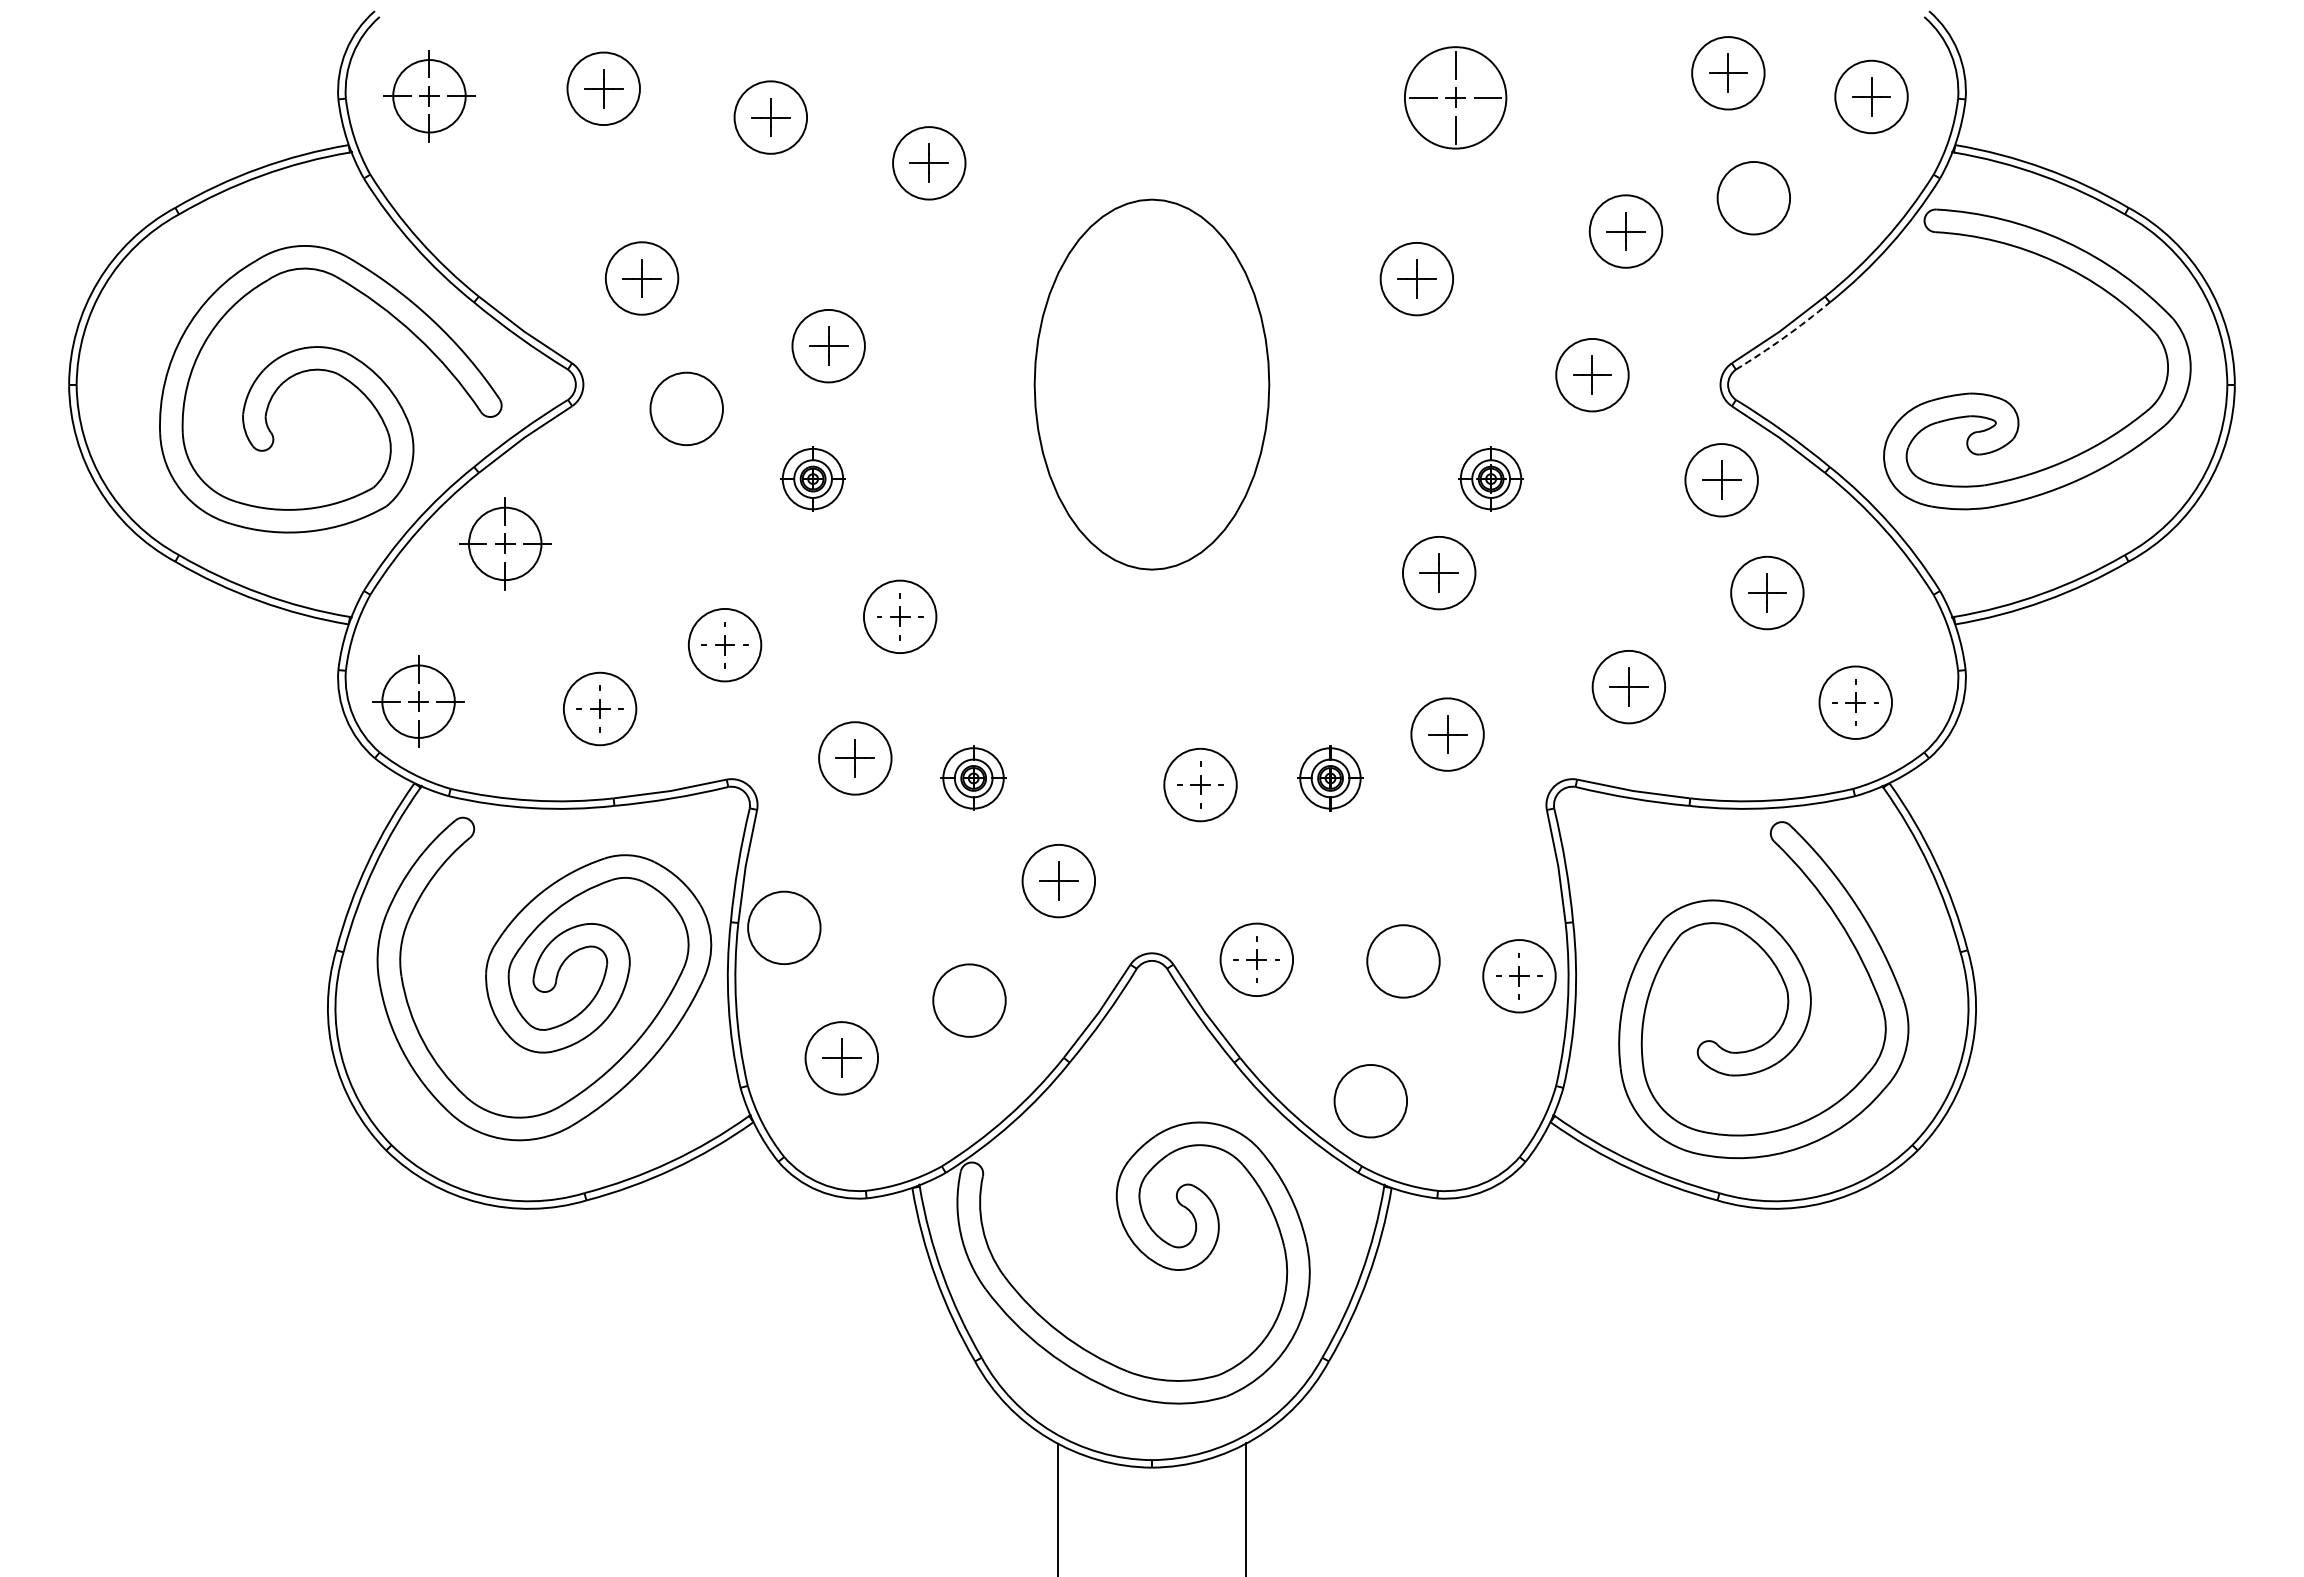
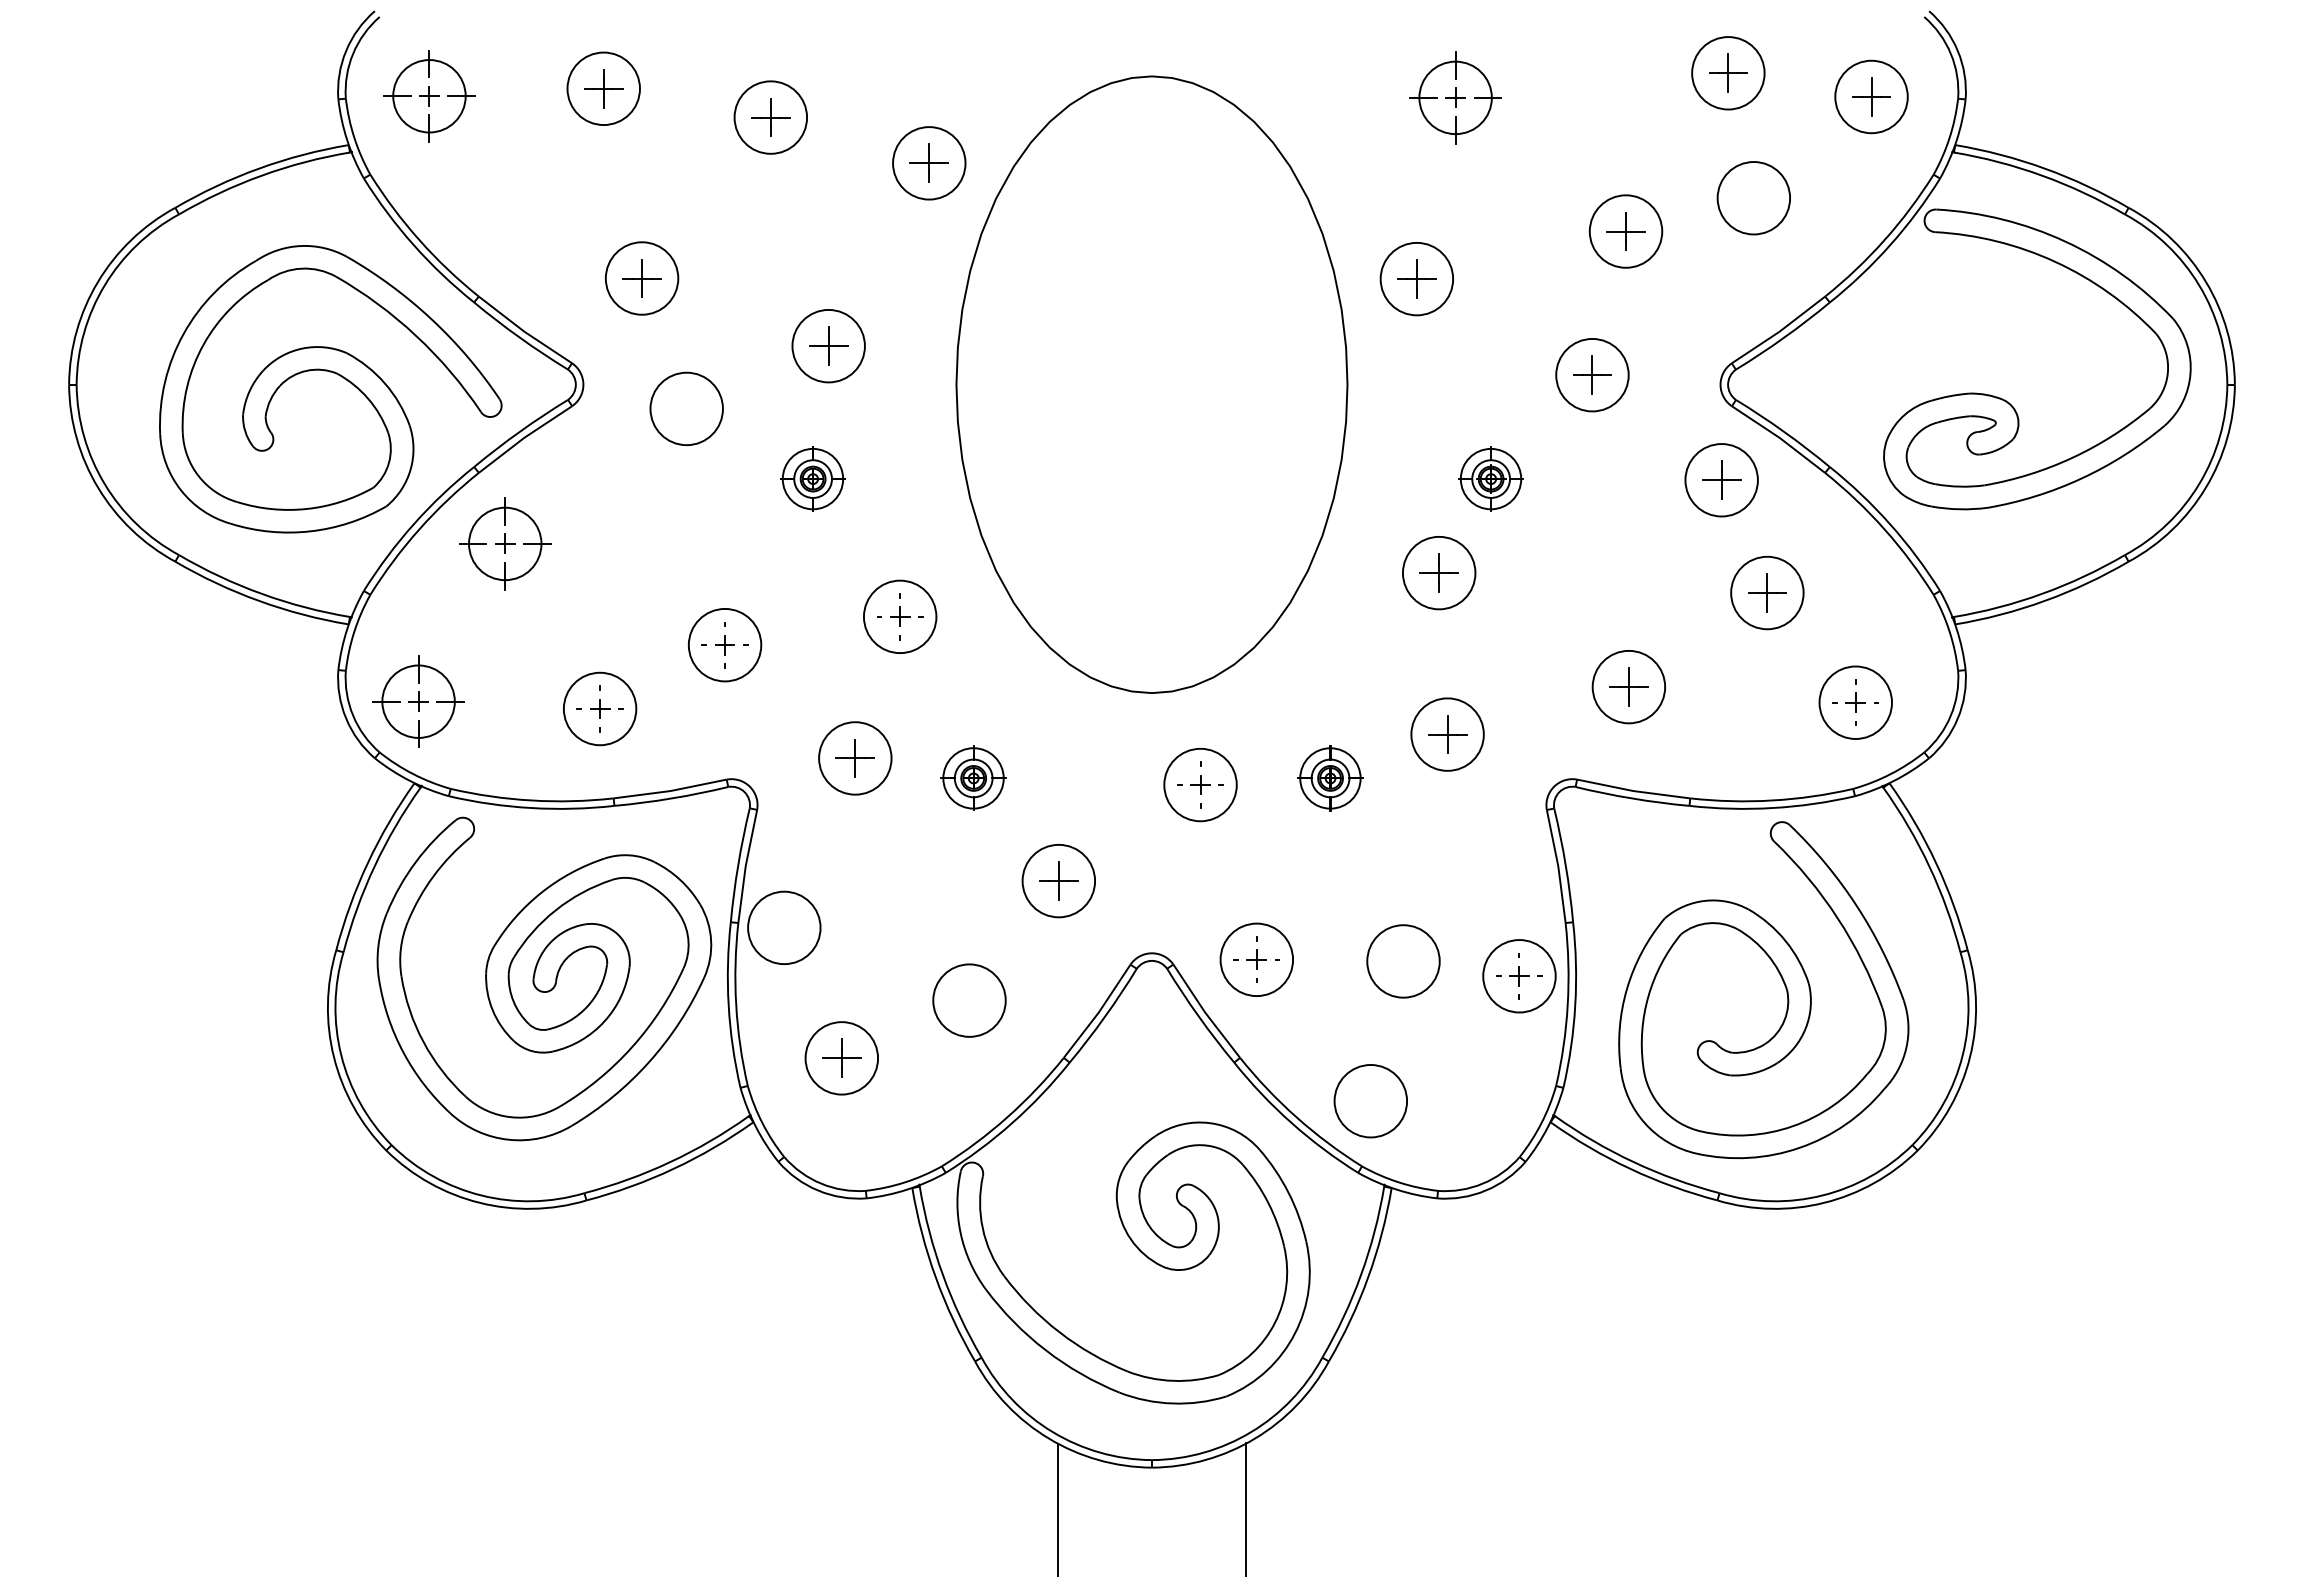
circle at (1455, 97) diameter: 101 px -> 72 px
arc at (1784, 337): dashed -> solid
part at (1151, 384) size: 238x373 px -> 394x619 px
